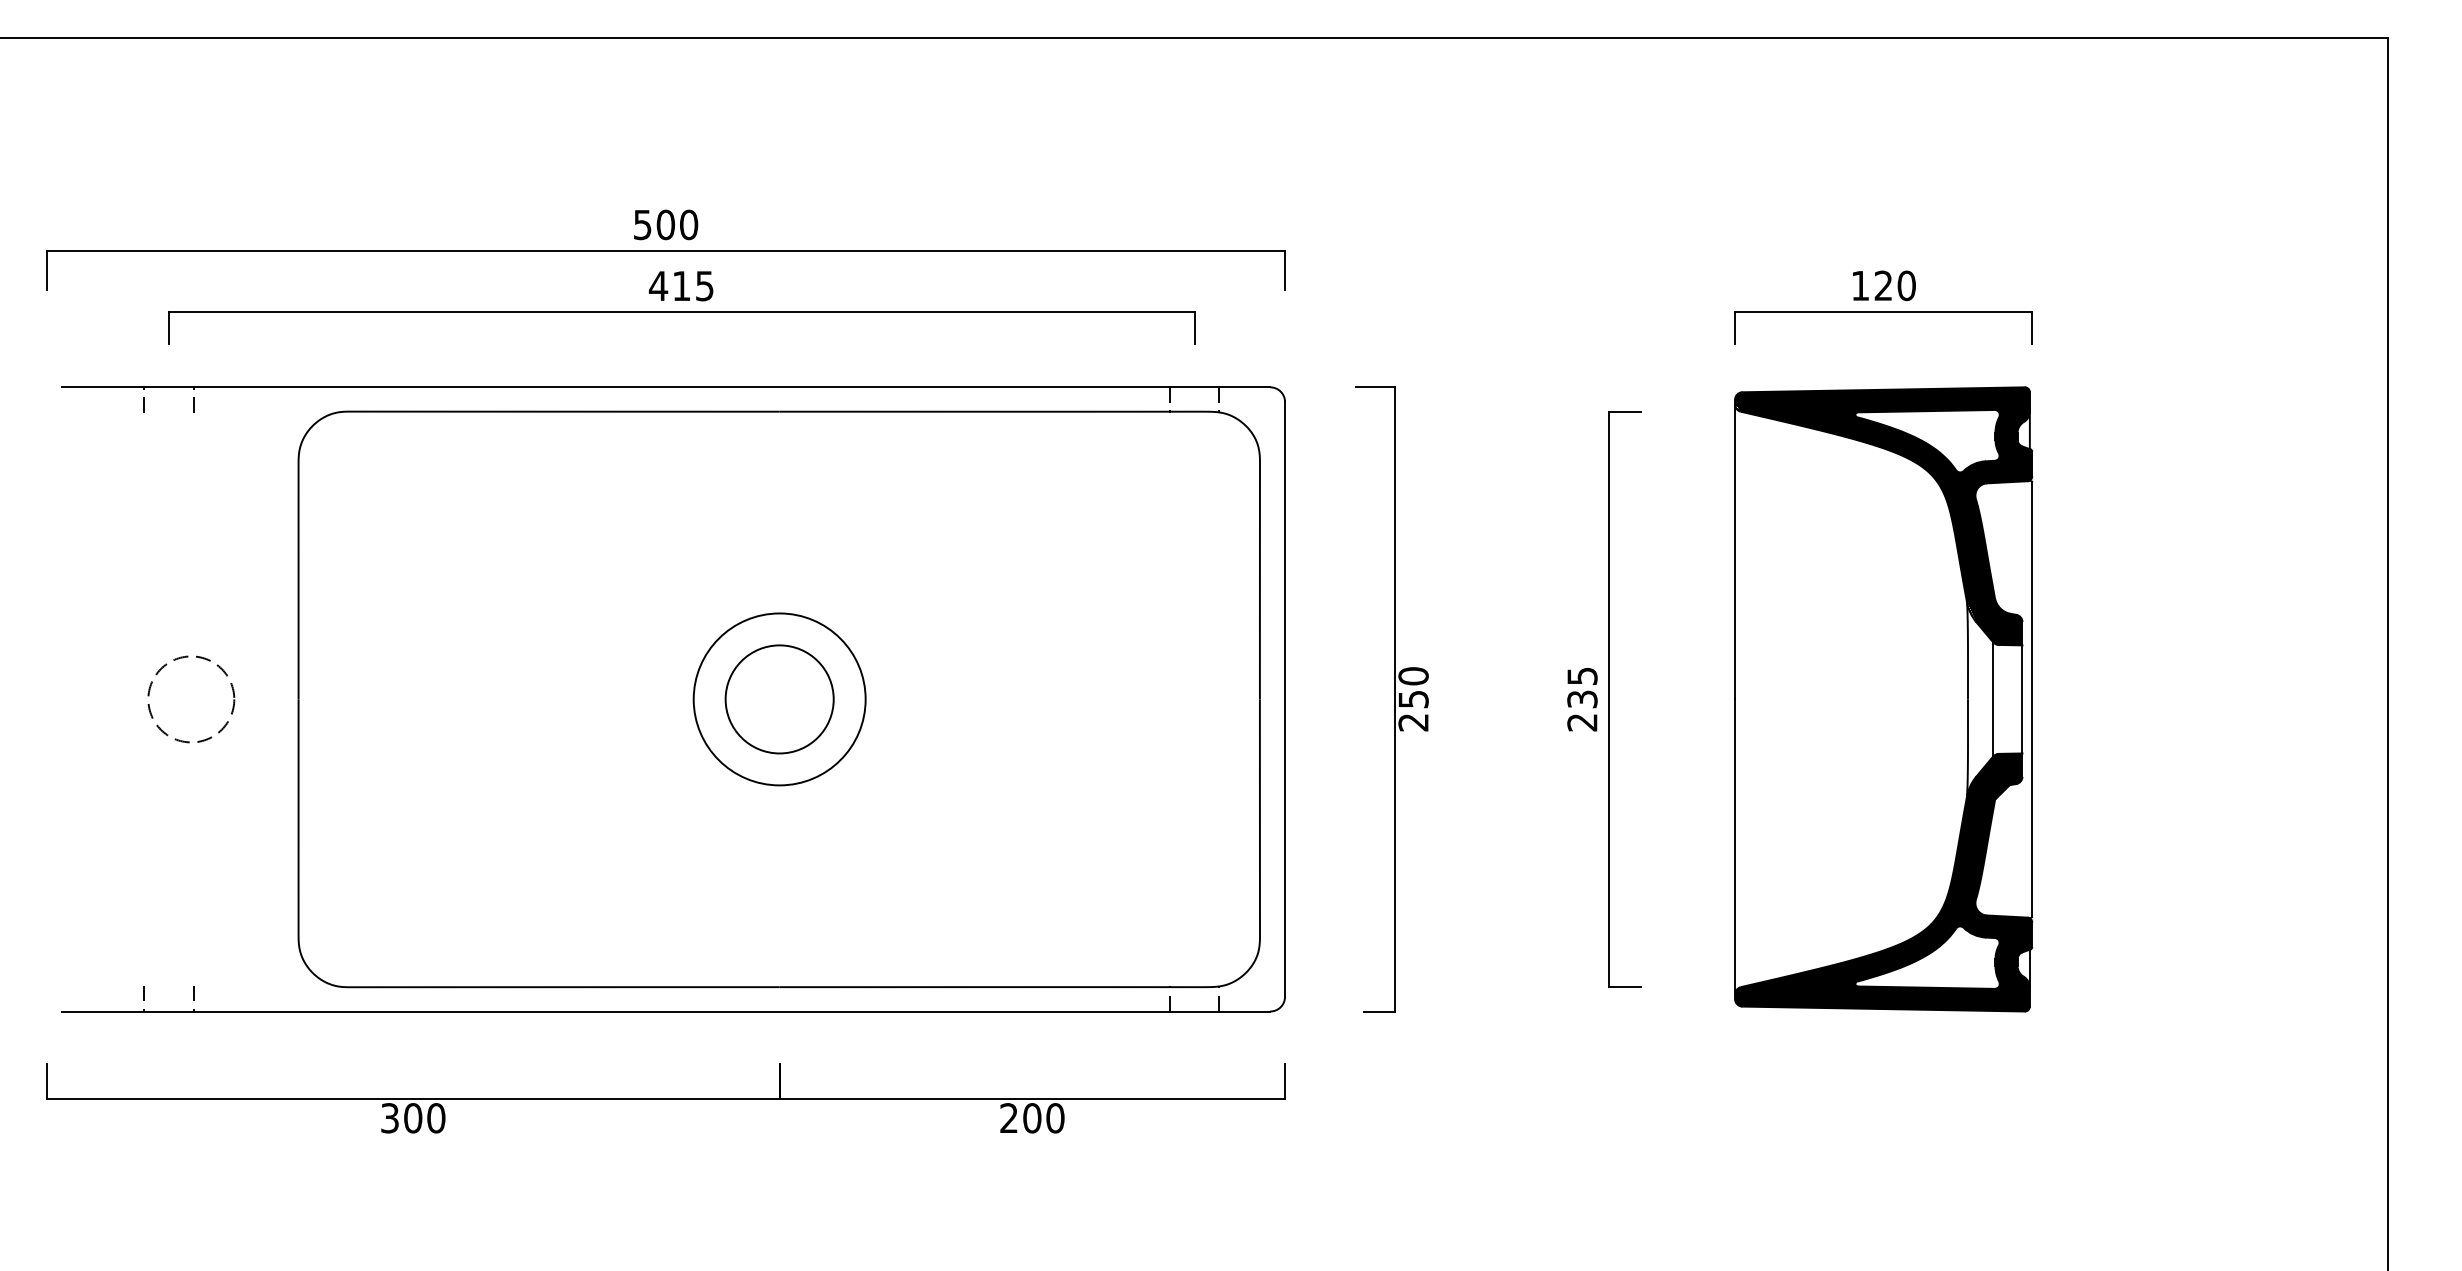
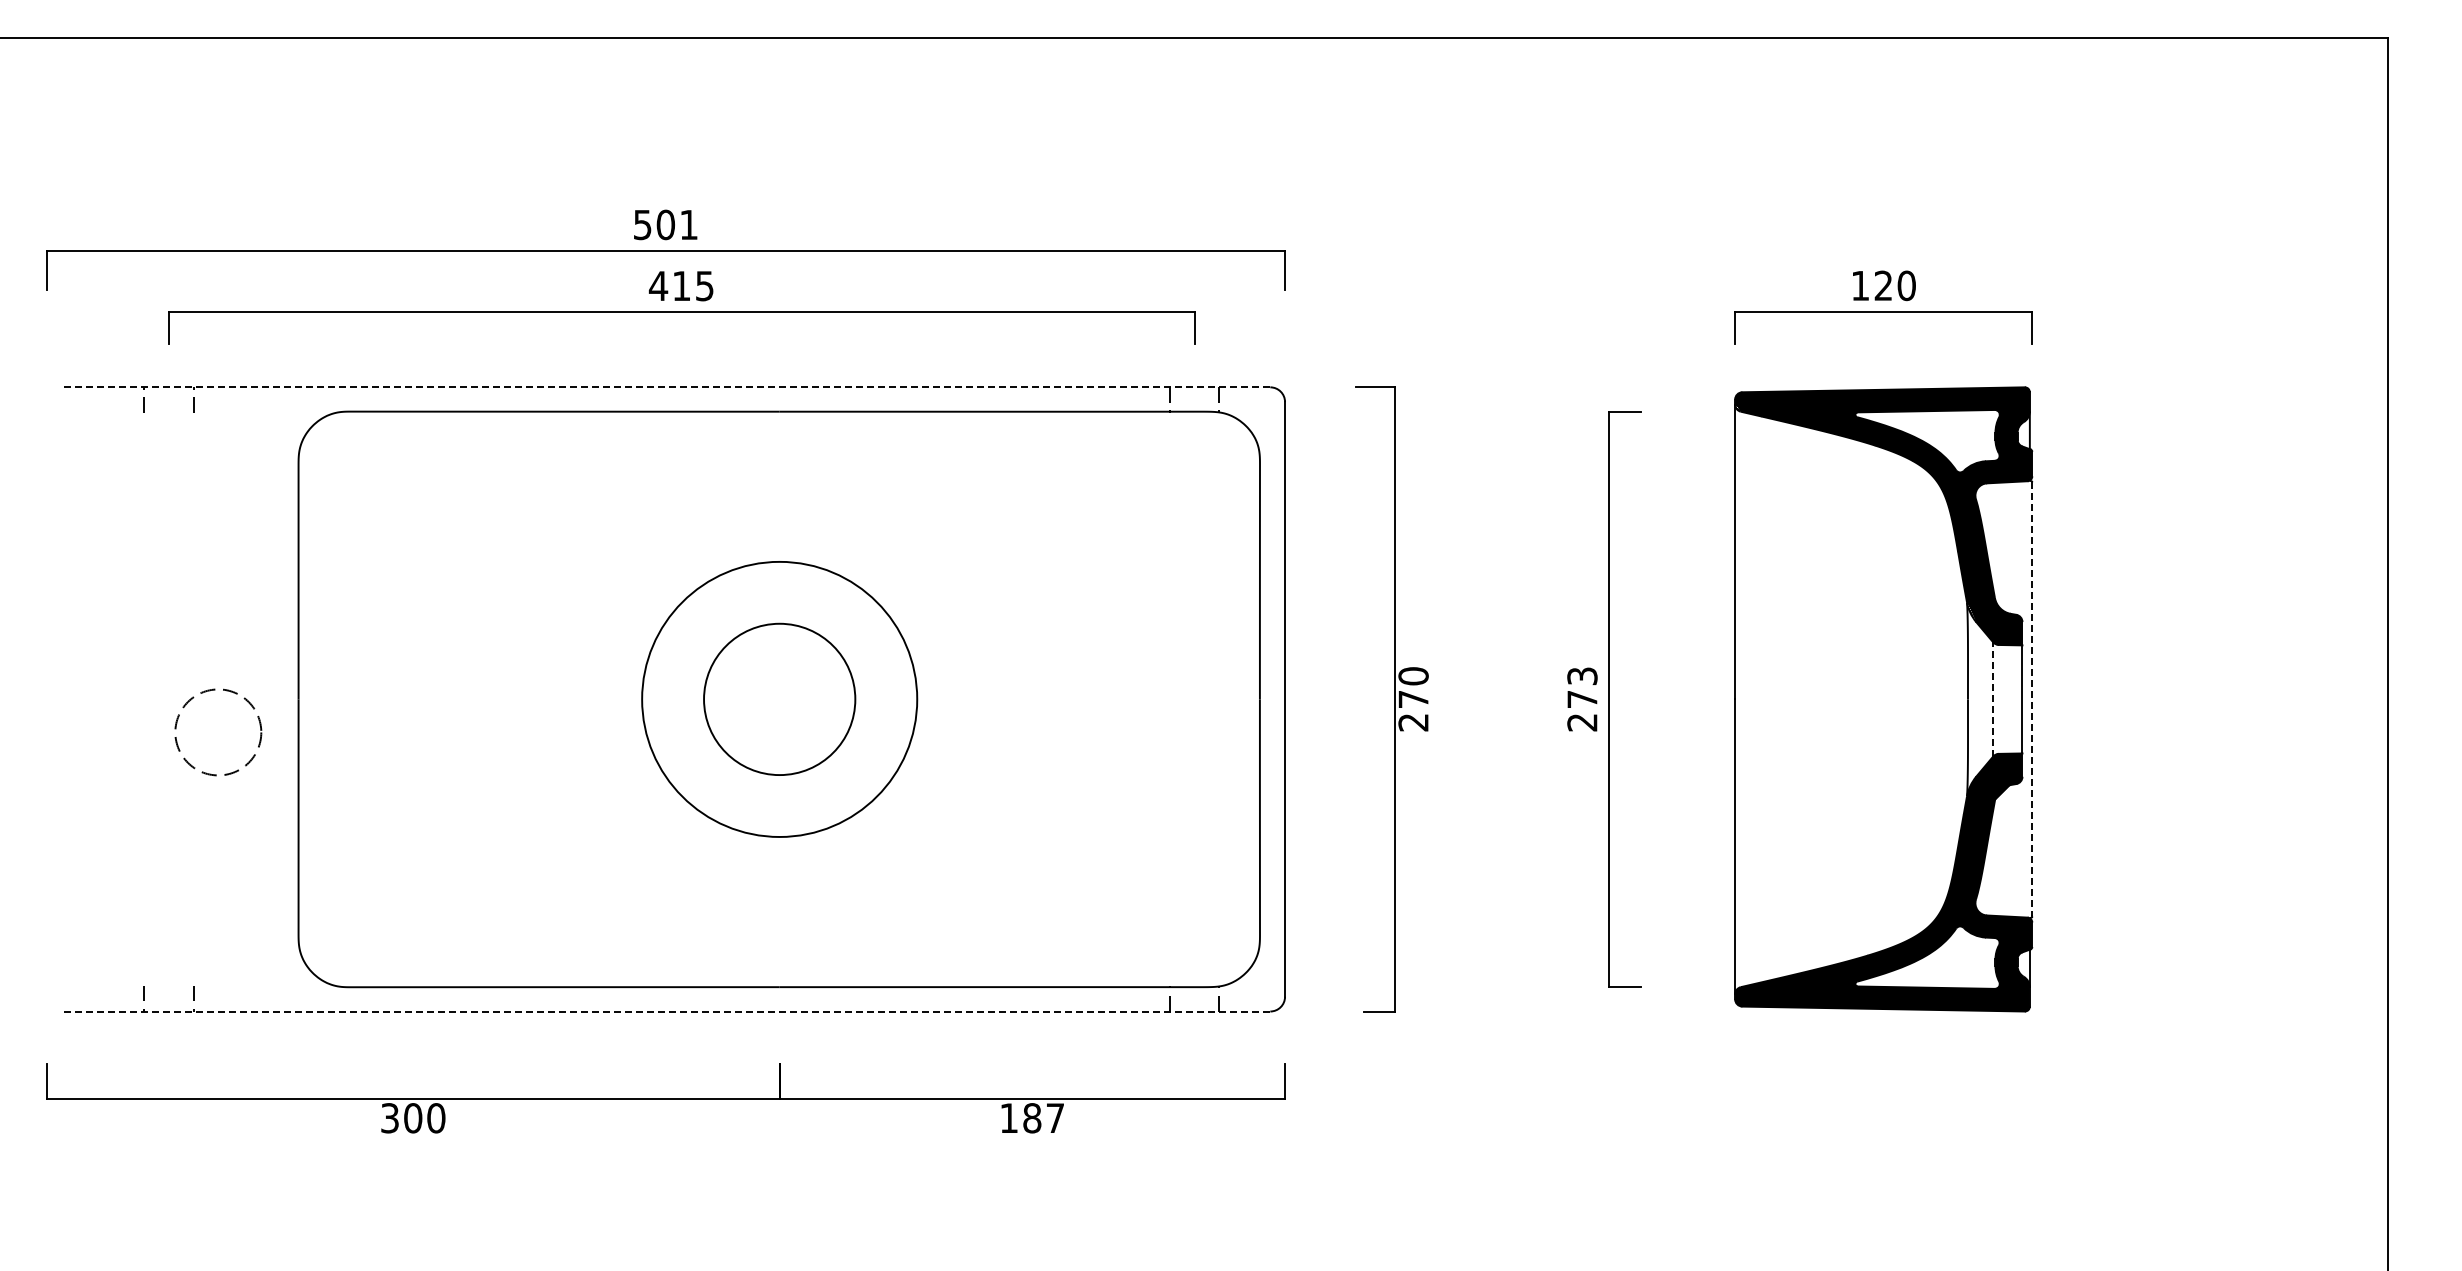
text at (689, 224): 500 -> 501
line at (665, 387): solid -> dashed
text at (1582, 687): 235 -> 273
line at (1993, 698): solid -> dashed
circle at (191, 699) position: (191, 699) -> (218, 732)
circle at (779, 699) diameter: 108 px -> 151 px
circle at (779, 699) diameter: 172 px -> 275 px
text at (1413, 699): 250 -> 270
line at (2032, 699): solid -> dashed
line at (665, 1011): solid -> dashed
text at (1032, 1118): 200 -> 187
